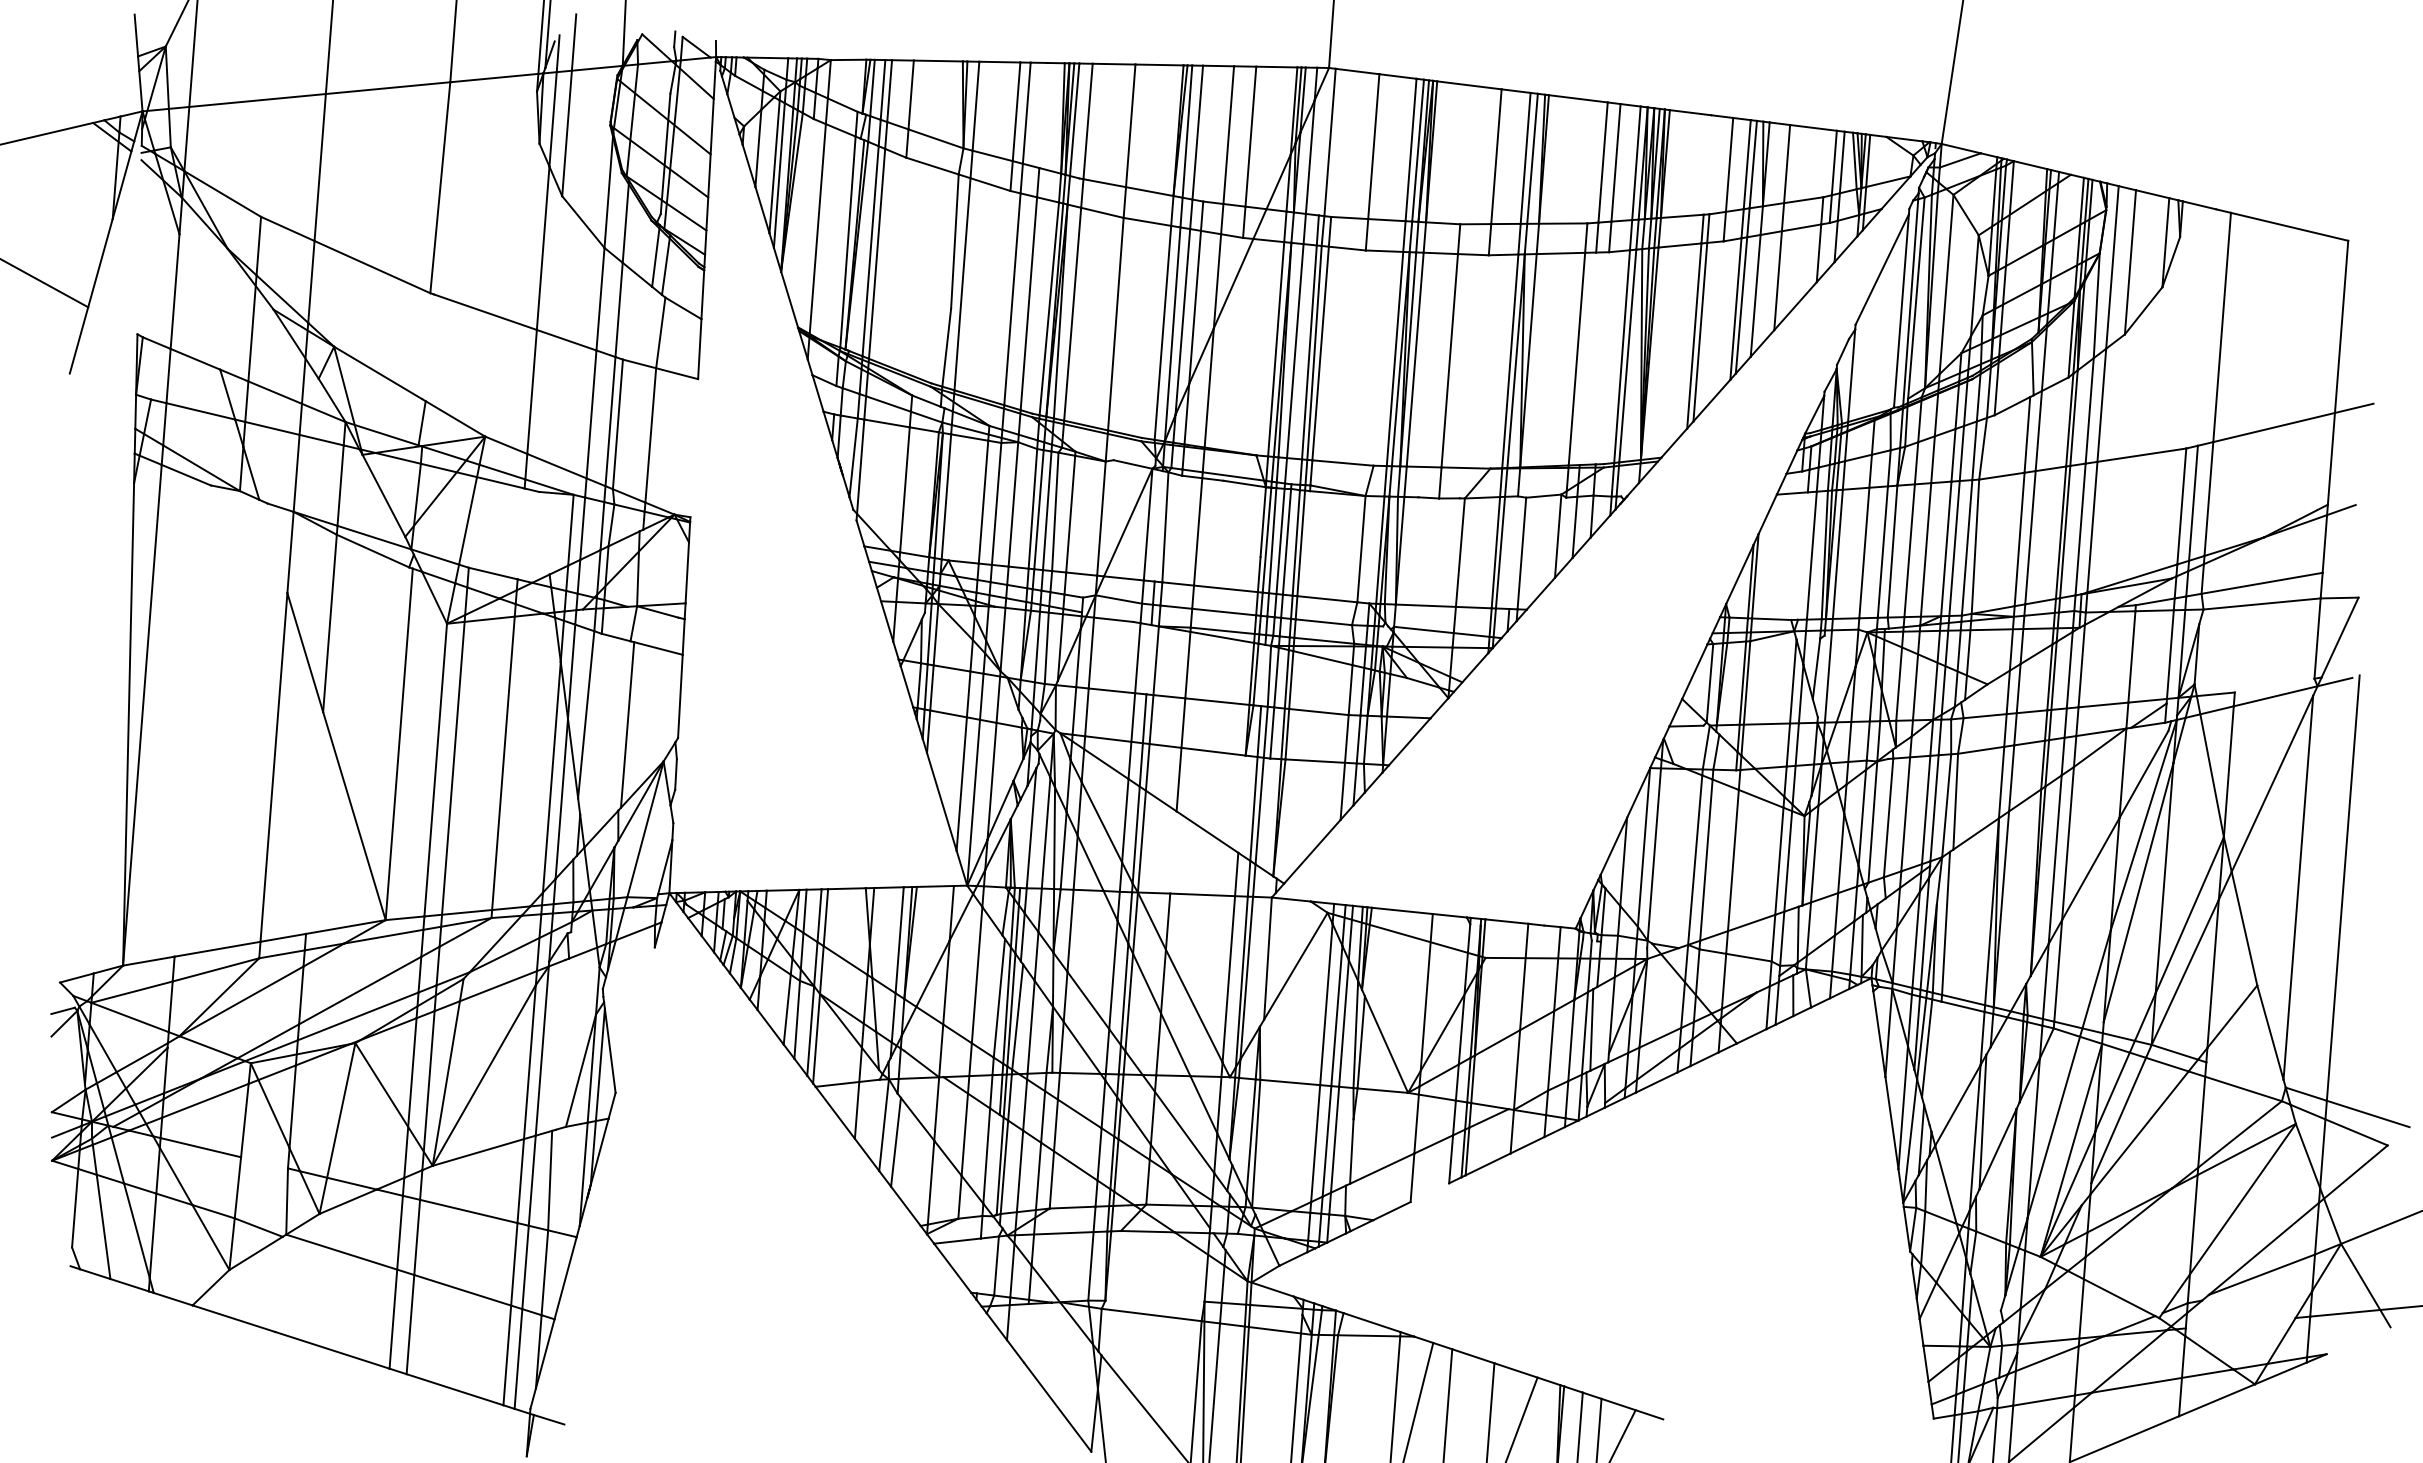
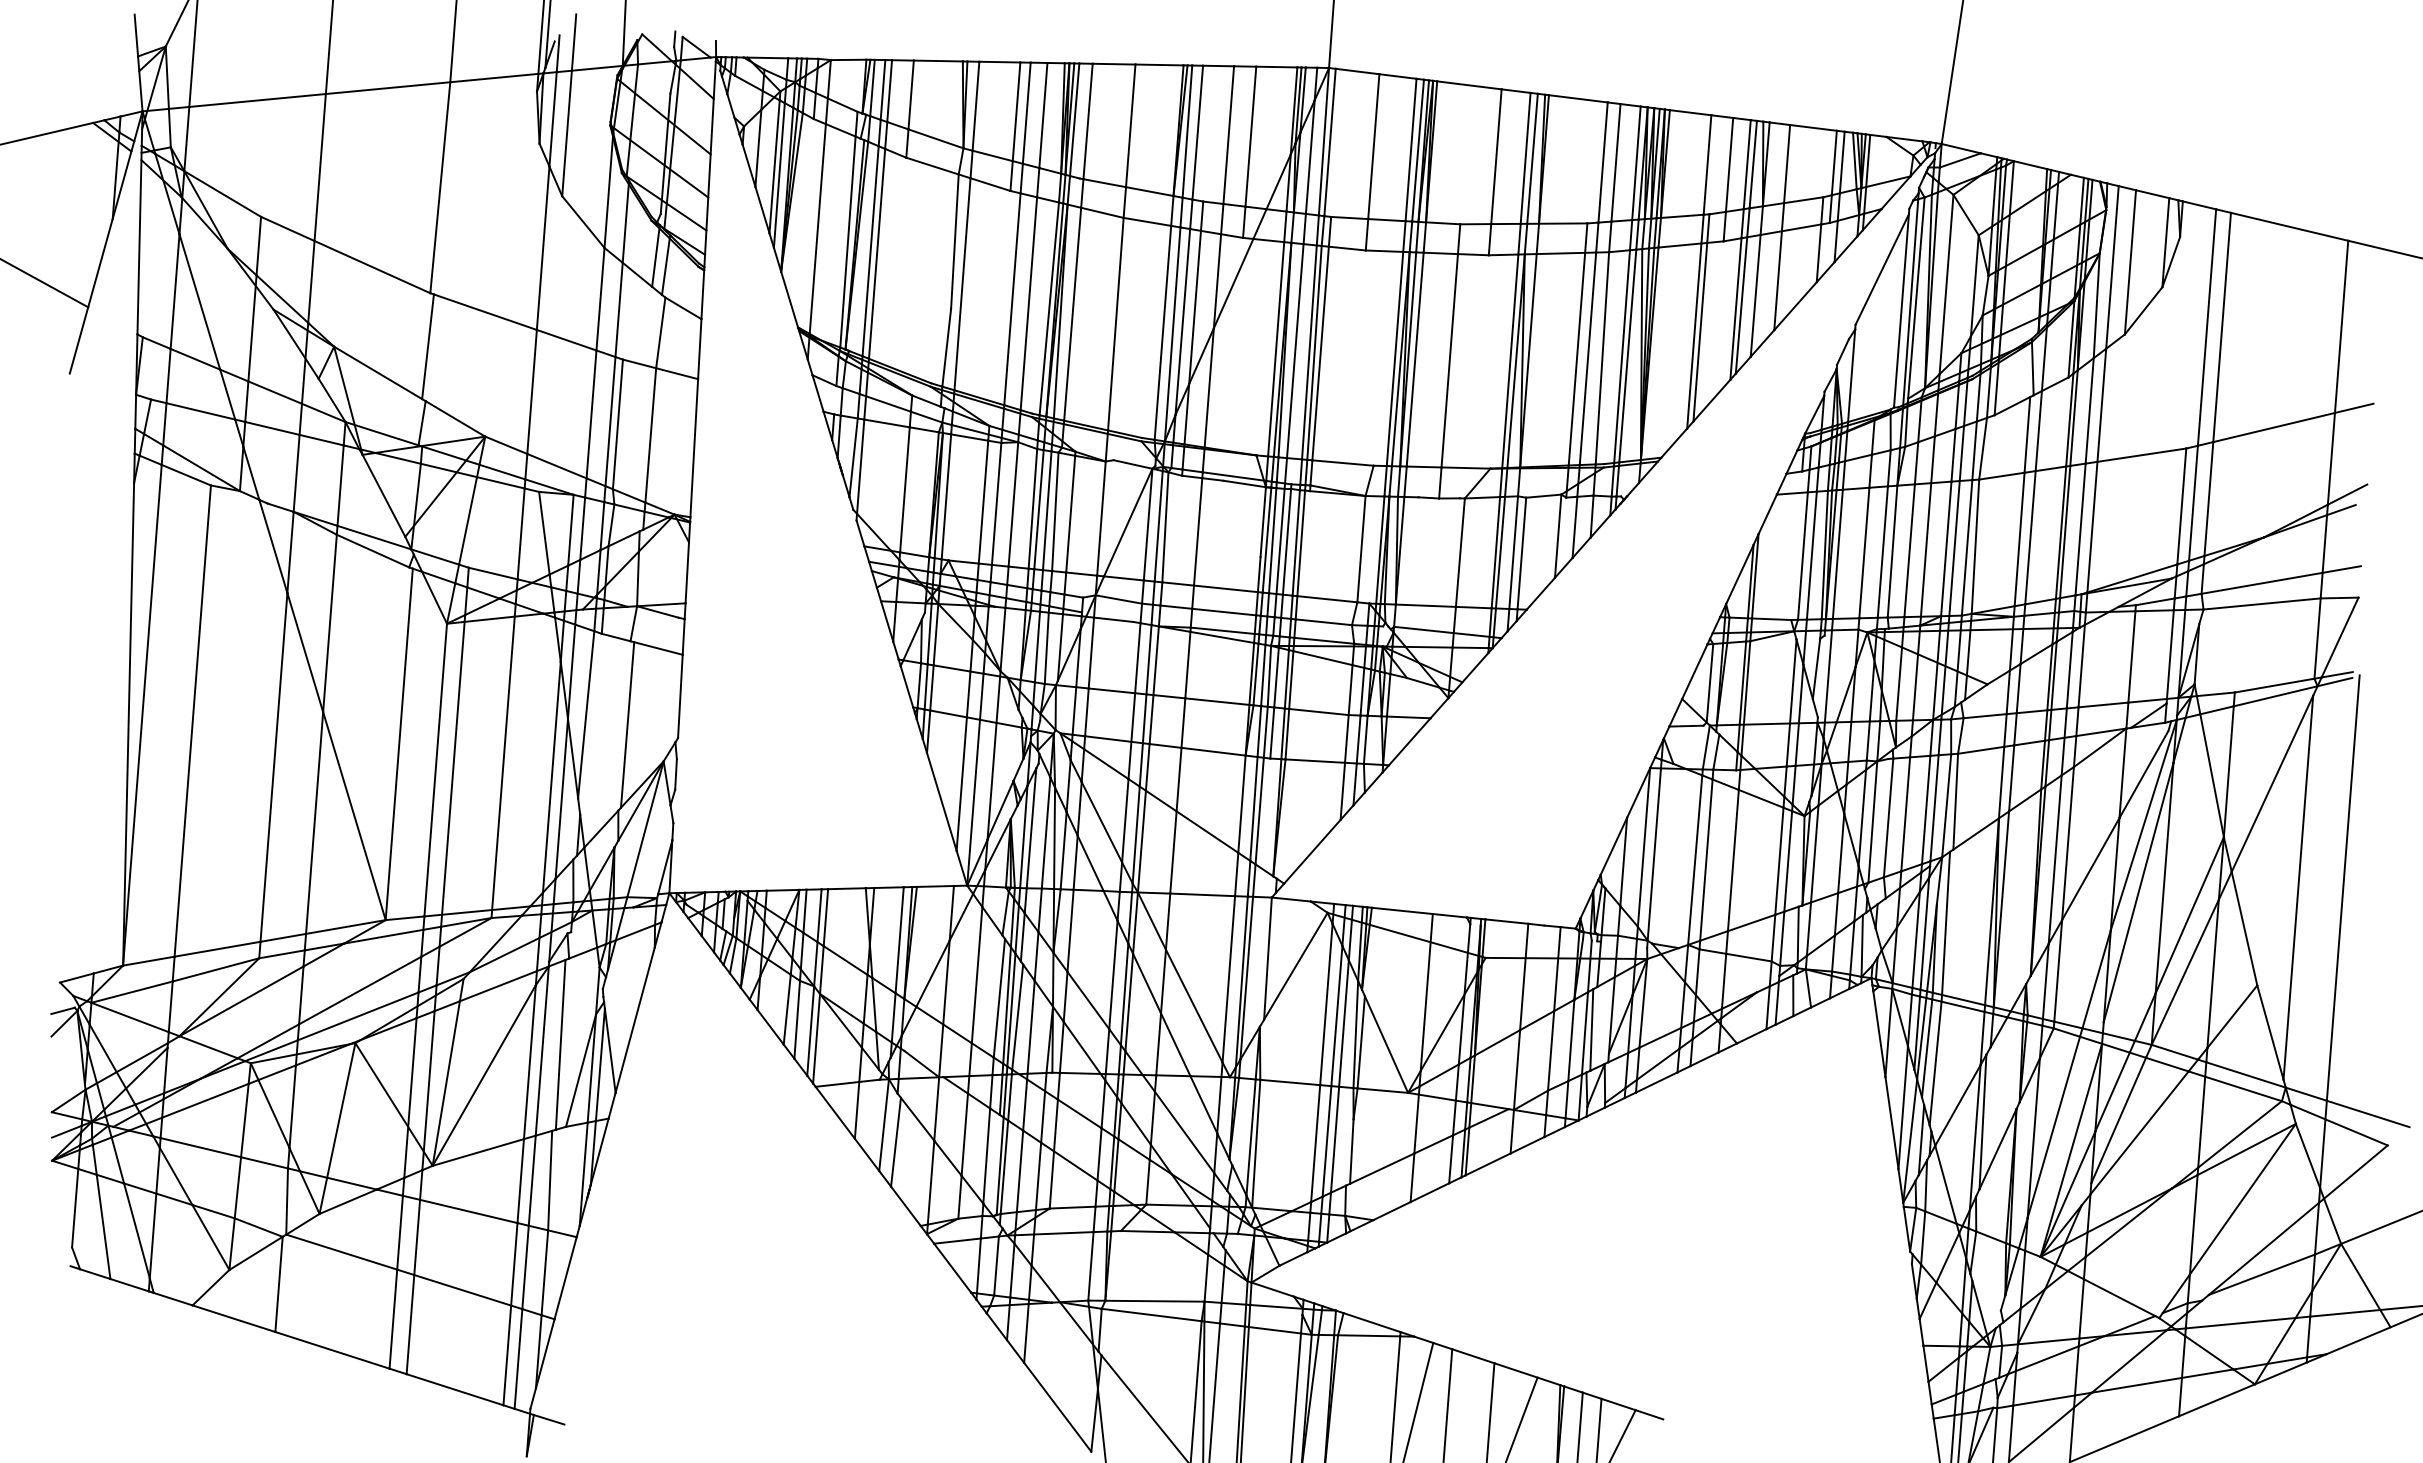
line at (1043, 115): none -> present
line at (1323, 141): none -> present
line at (1707, 164): none -> present
line at (139, 239): none -> present
line at (2383, 248): none -> present
line at (199, 301): none -> present
line at (2206, 327): none -> present
line at (427, 346): none -> present
line at (1587, 358): none -> present
line at (1602, 358): none -> present
line at (694, 448): none -> present
line at (2347, 494): none -> present
line at (1158, 526): none -> present
line at (544, 532): none -> present
line at (520, 533): none -> present
line at (273, 546): none -> present
line at (1513, 552): none -> present
line at (1802, 555): none -> present
line at (2341, 569): none -> present
line at (1148, 659): none -> present
line at (2336, 674): none -> present
line at (1263, 675): none -> present
line at (2274, 685): none -> present
line at (192, 720): none -> present
line at (1241, 803): none -> present
line at (314, 822): none -> present
line at (1023, 836): none -> present
line at (1173, 852): none -> present
line at (634, 1019): none -> present
line at (560, 1044): none -> present
line at (1935, 1063): none -> present
line at (2245, 1074): none -> present
line at (264, 1162): none -> present
line at (1429, 1192): none -> present
line at (978, 1265): none -> present
line at (278, 1284): none -> present
line at (1154, 1300): none -> present
line at (2240, 1323): none -> present
line at (1026, 1333): none -> present
line at (2372, 1334): none -> present
line at (1936, 1438): none -> present
